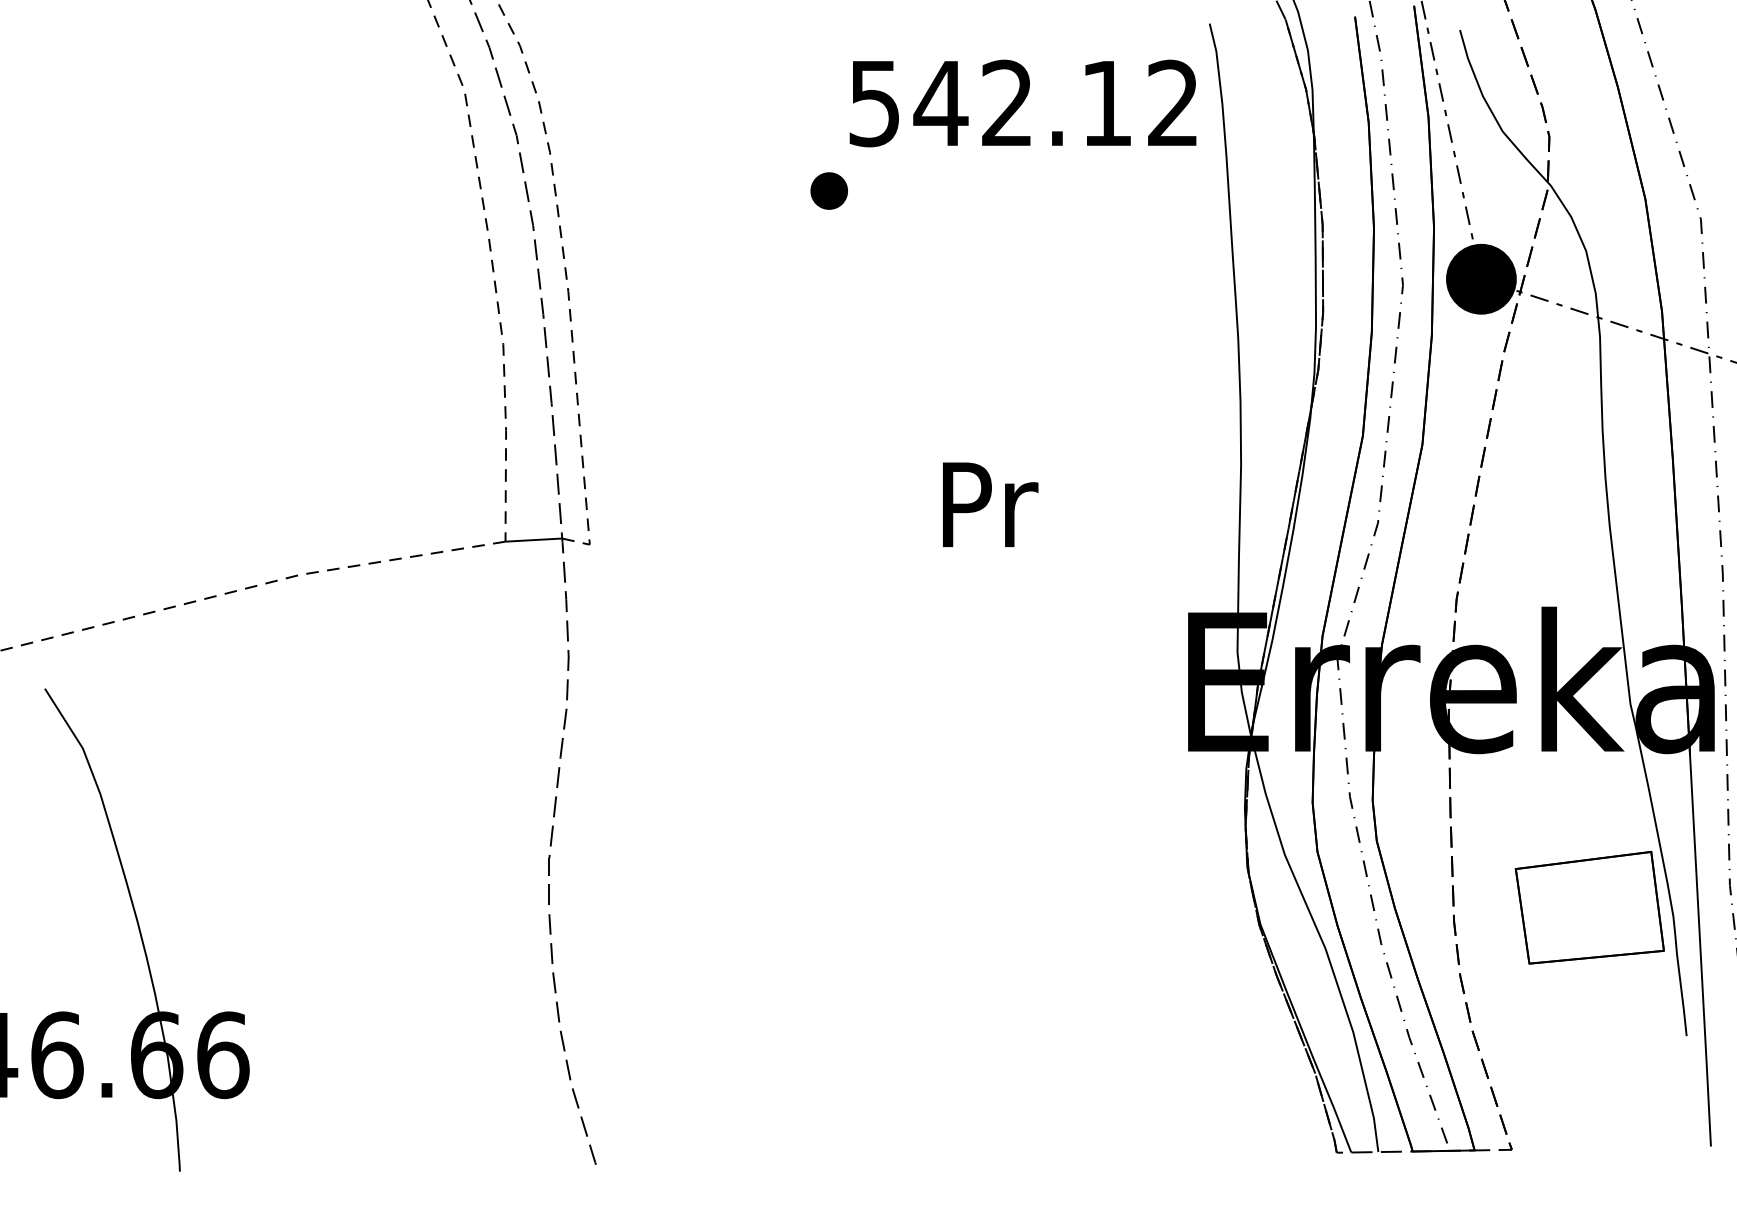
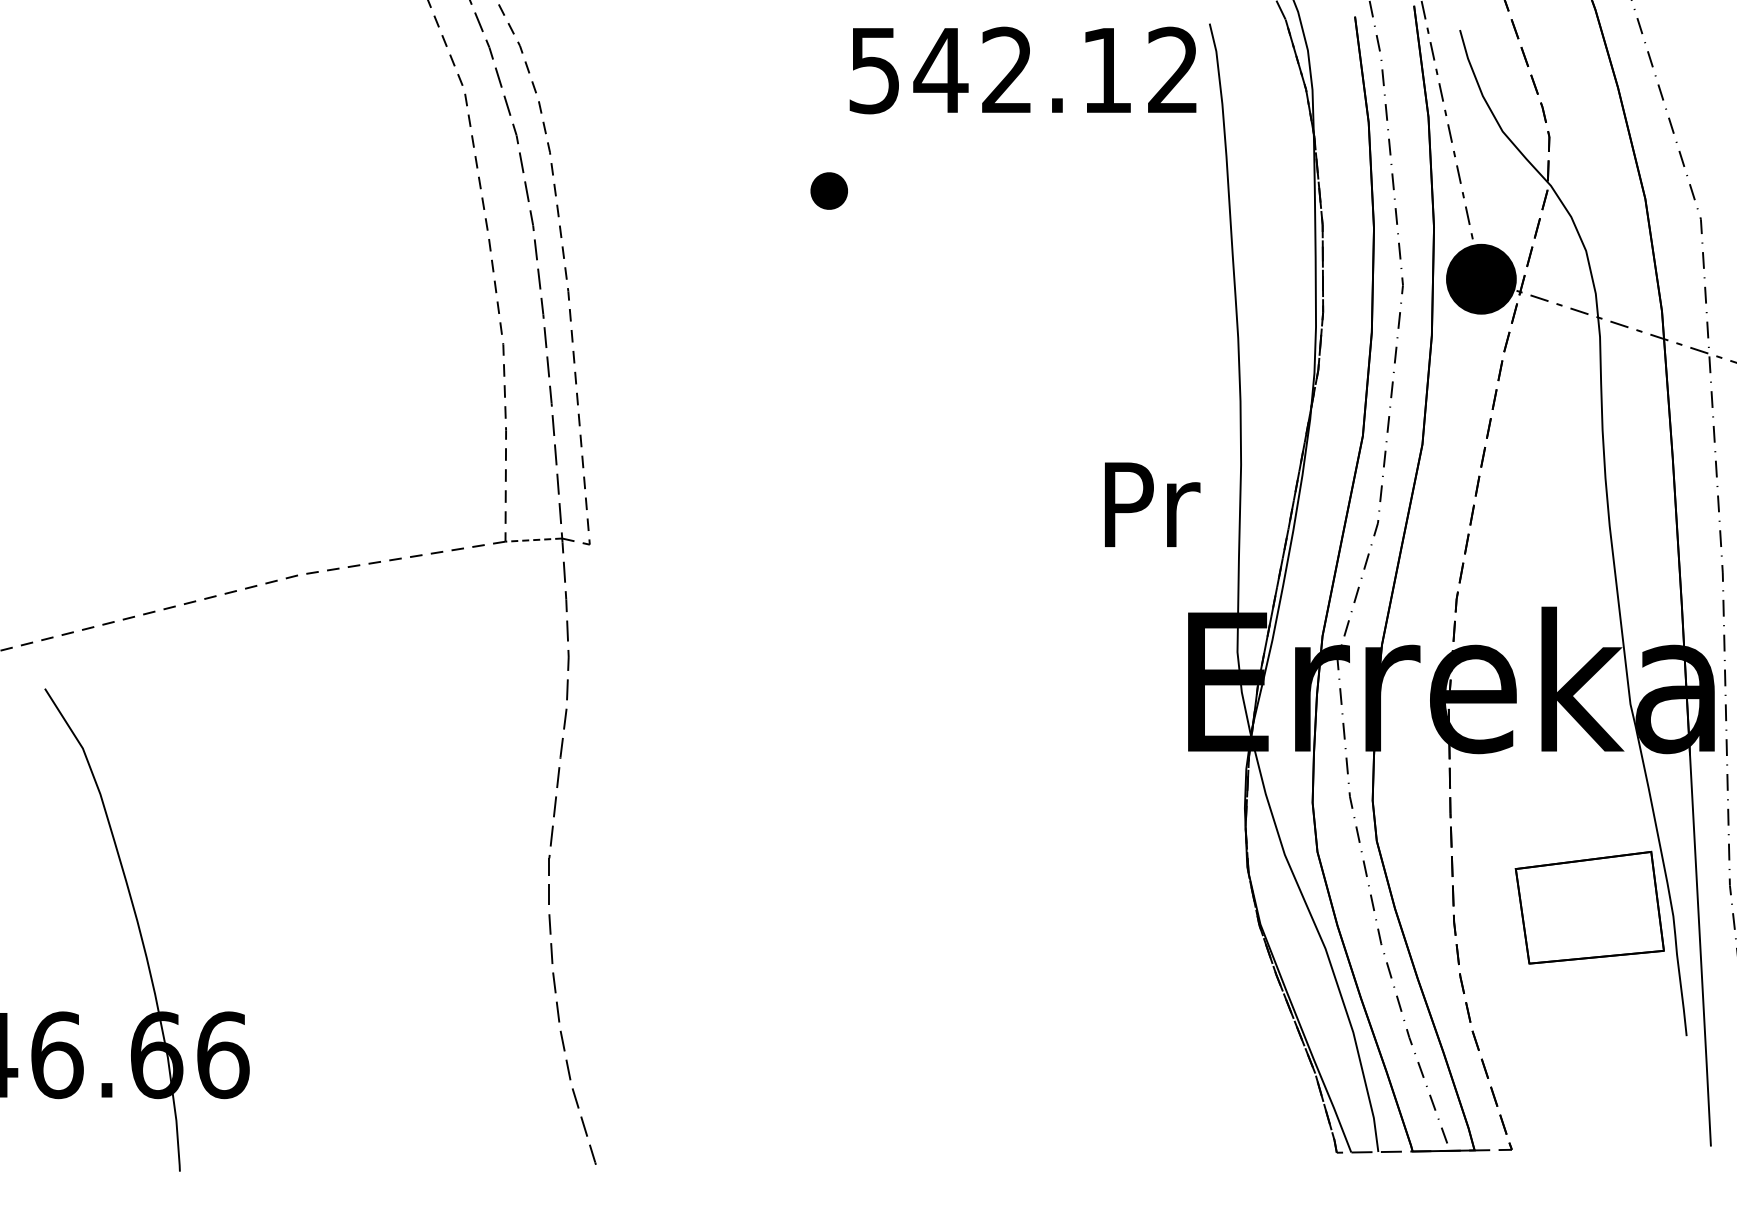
text at (1022, 103) position: (1022, 103) -> (1022, 70)
text at (990, 504) position: (990, 504) -> (1152, 504)
line at (533, 540): solid -> dashed
